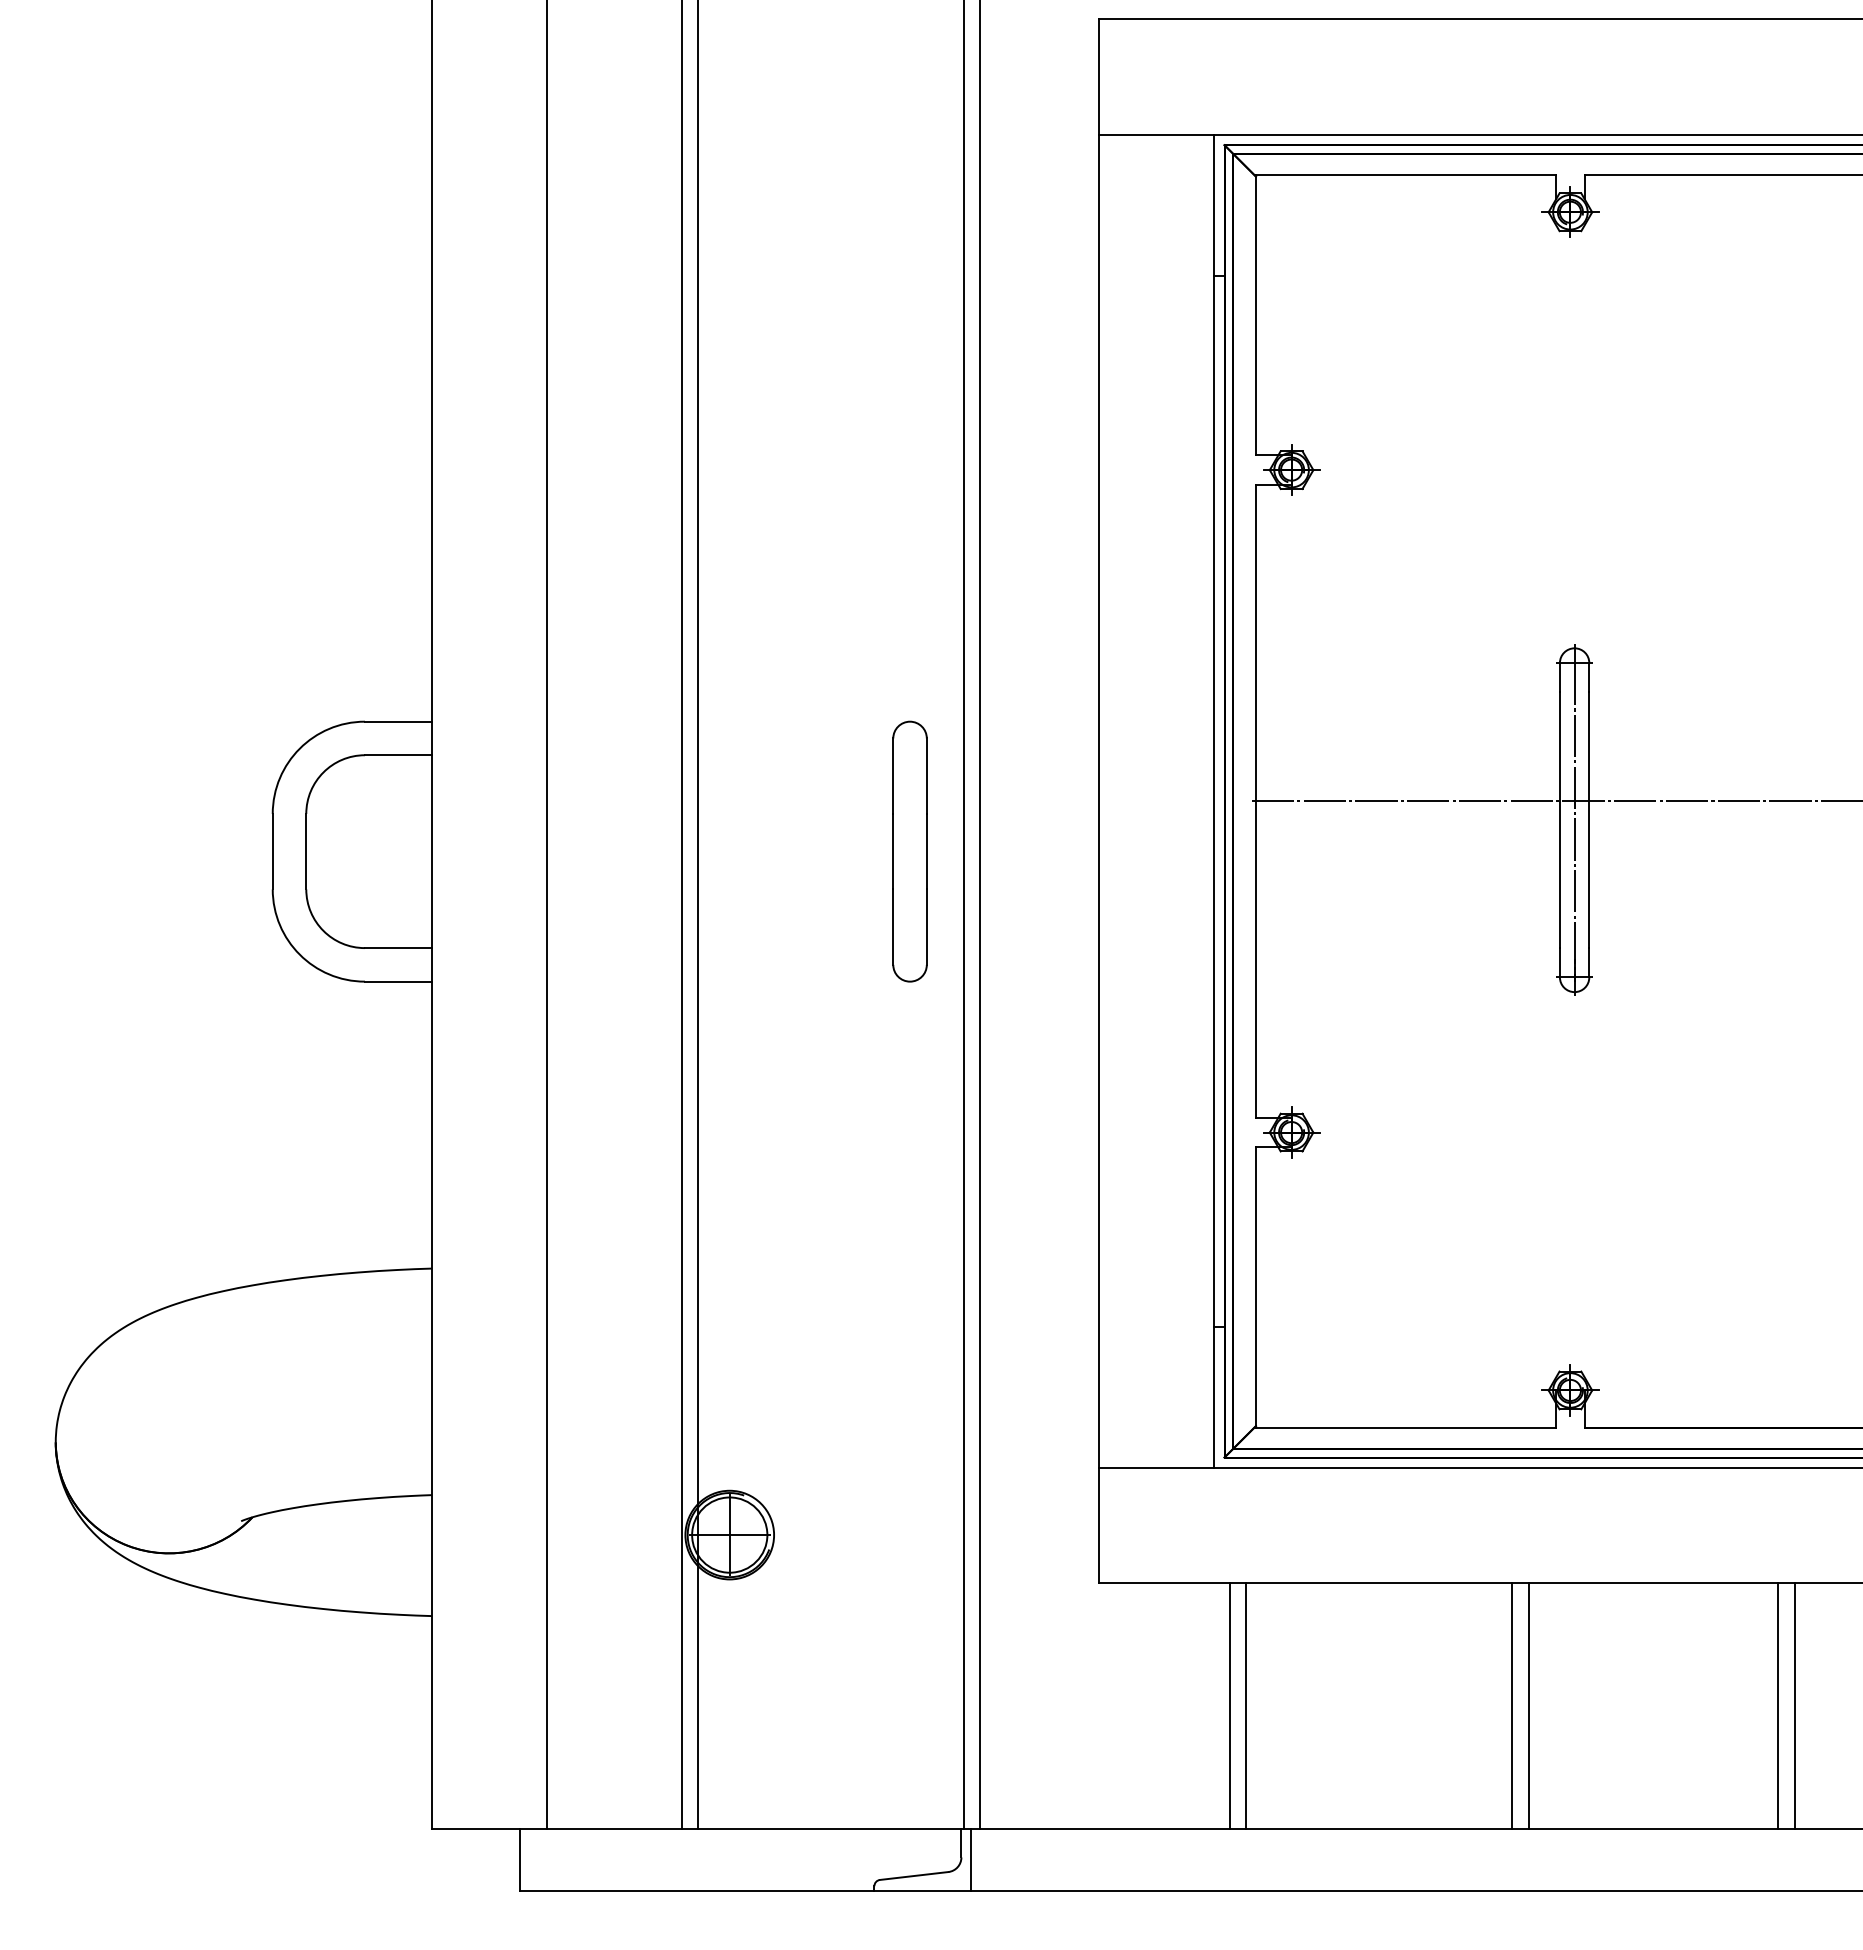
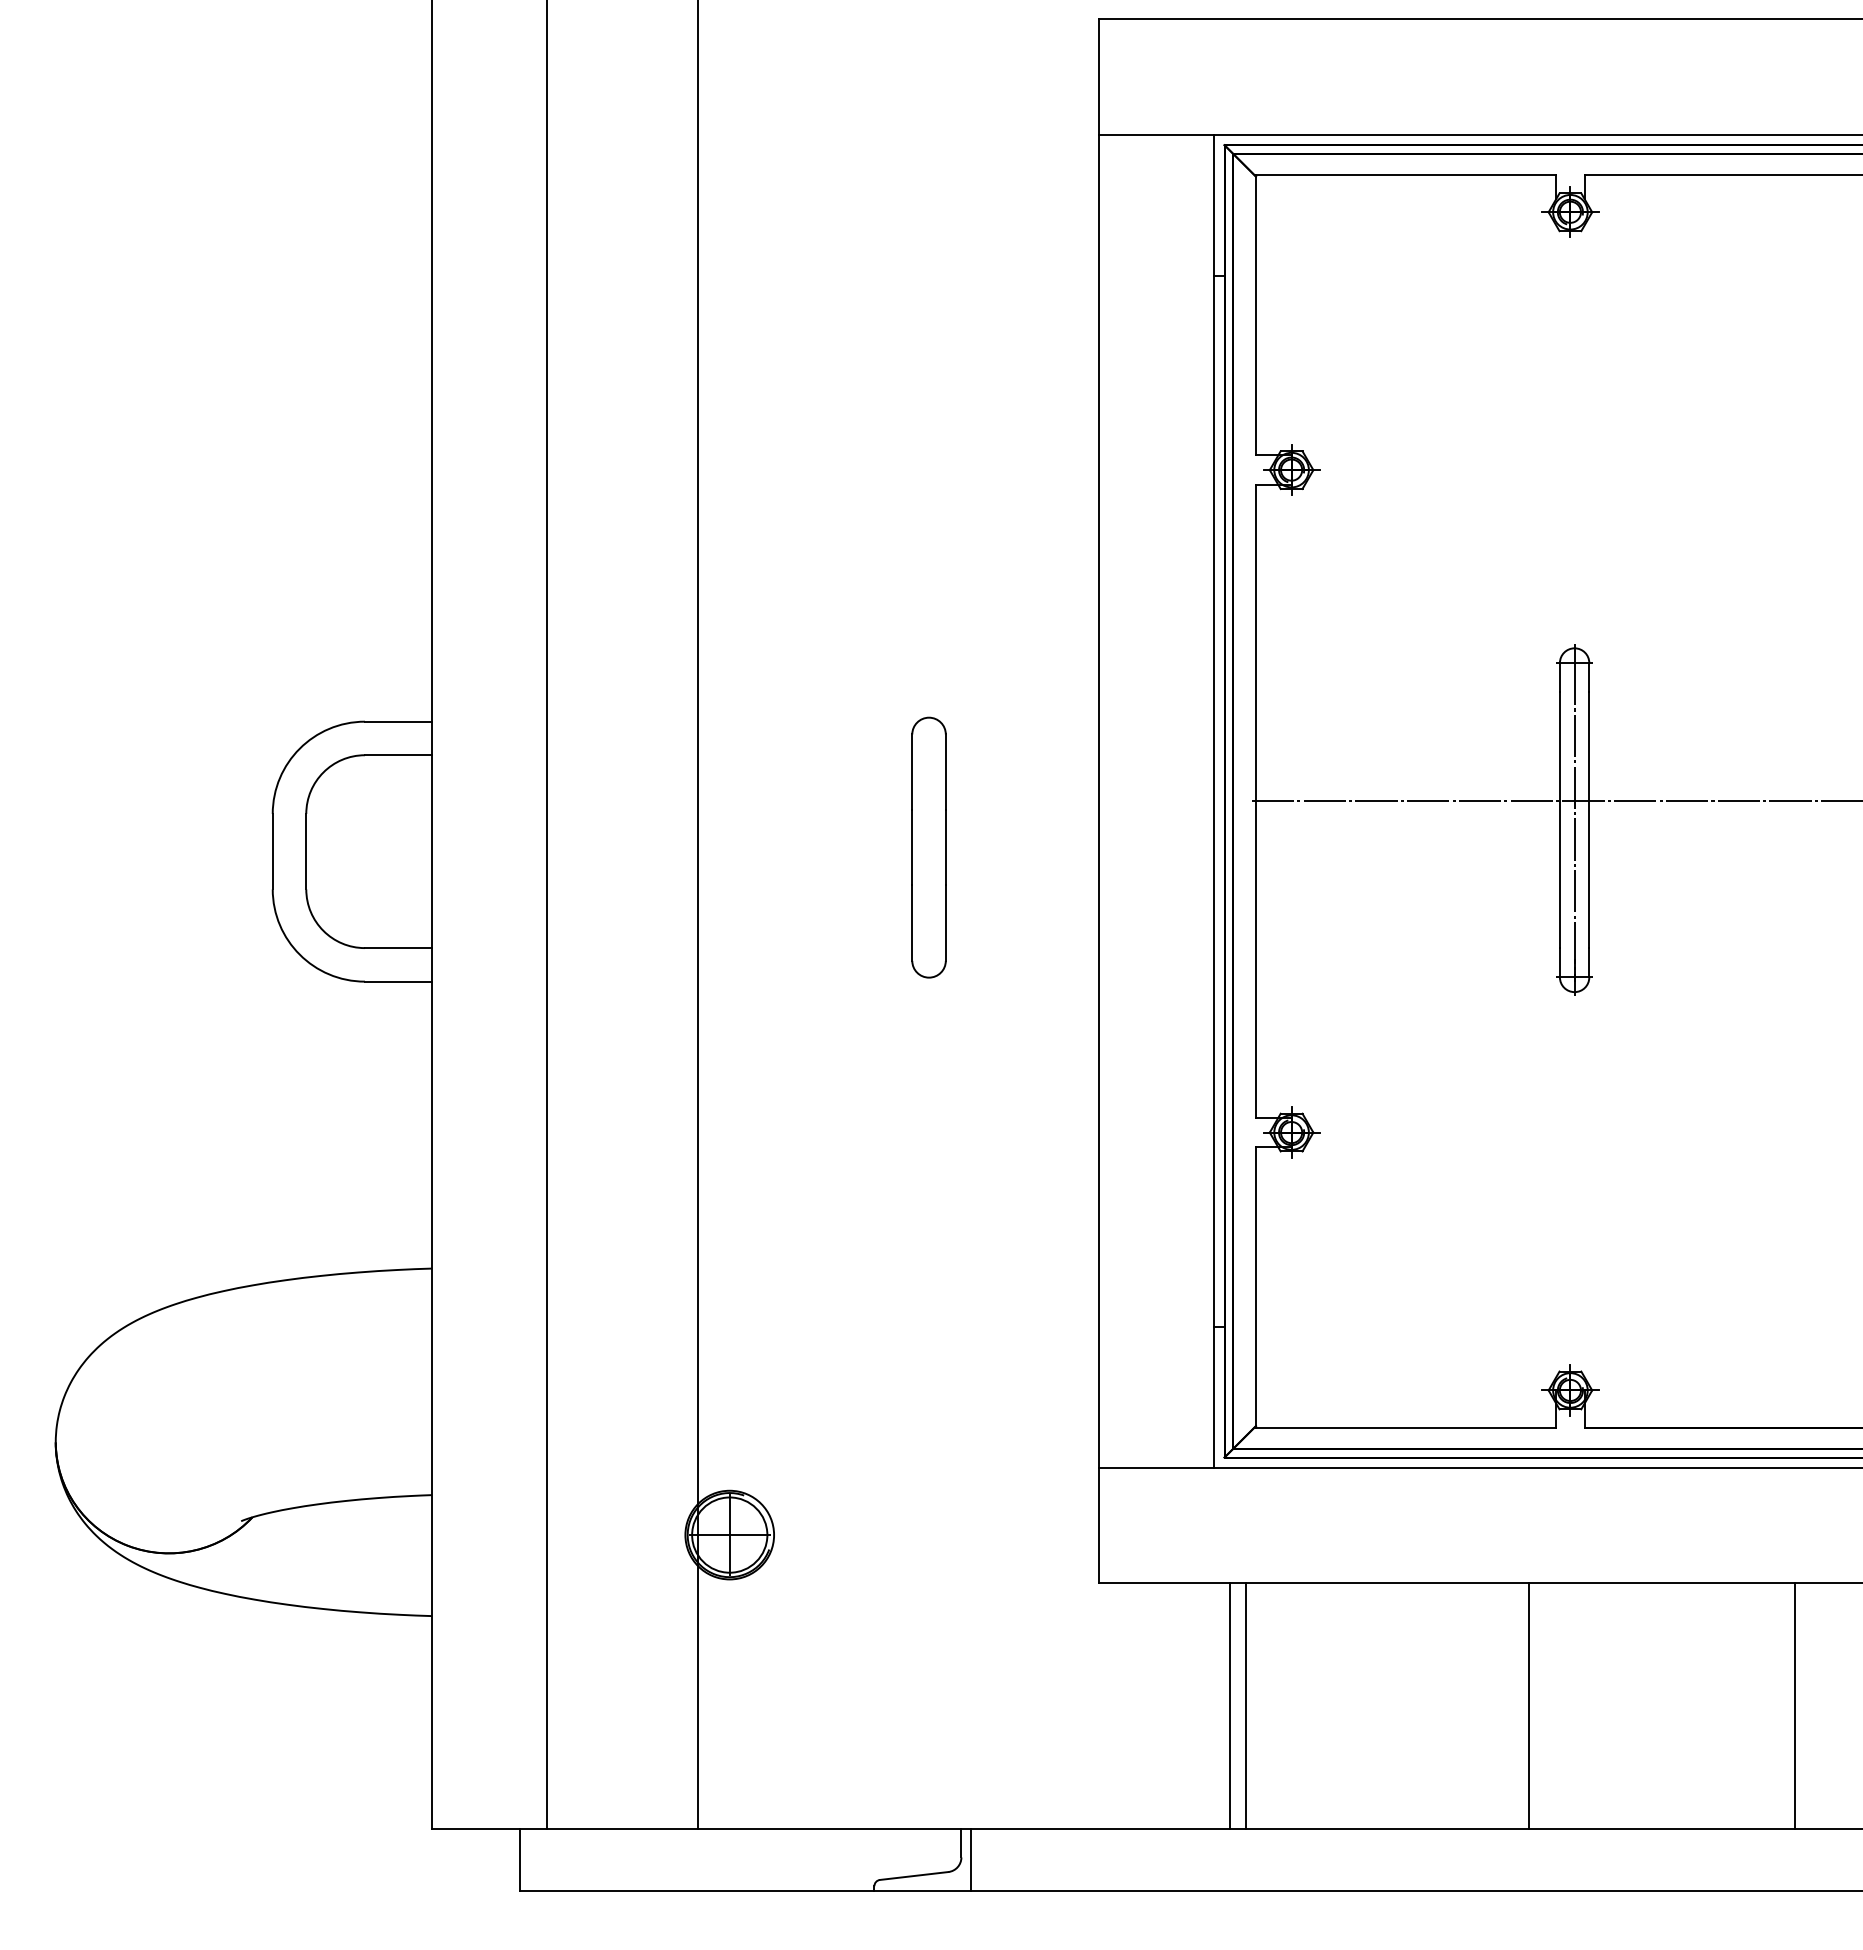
part at (909, 851) position: (909, 851) -> (928, 847)
line at (681, 915): present -> none
line at (964, 915): present -> none
line at (980, 915): present -> none
line at (1512, 1705): present -> none
line at (1778, 1705): present -> none
